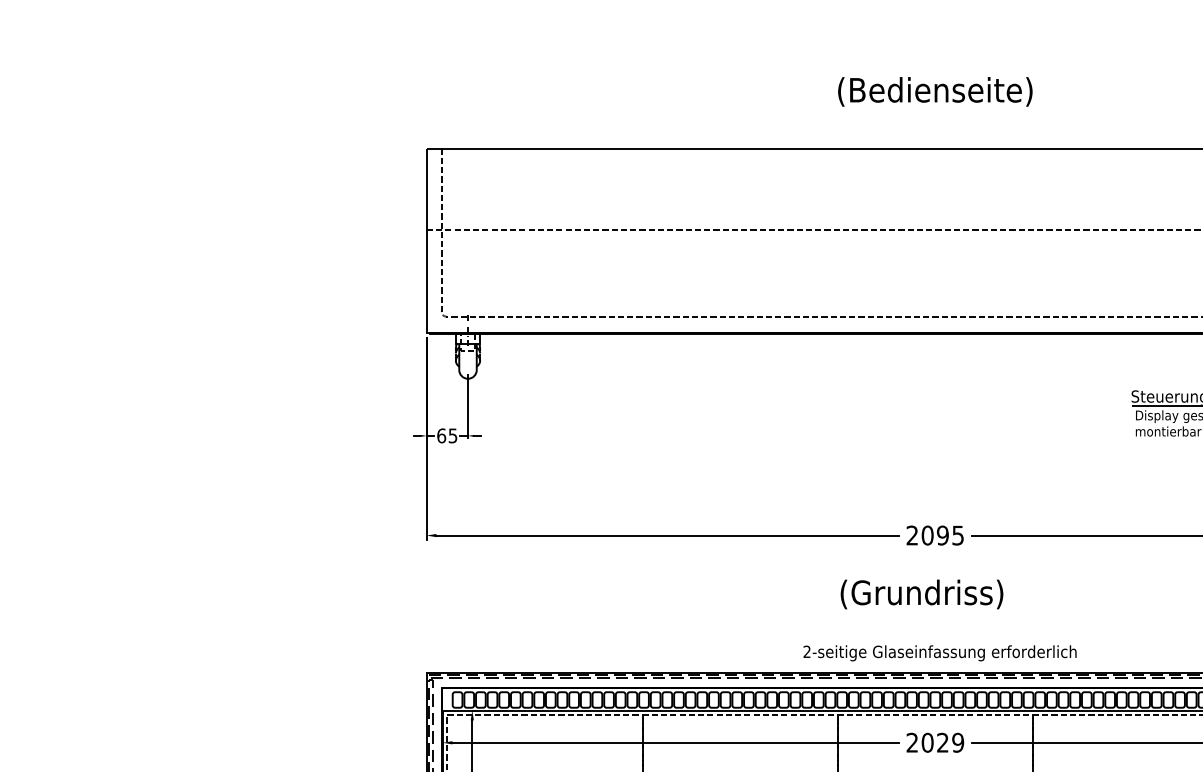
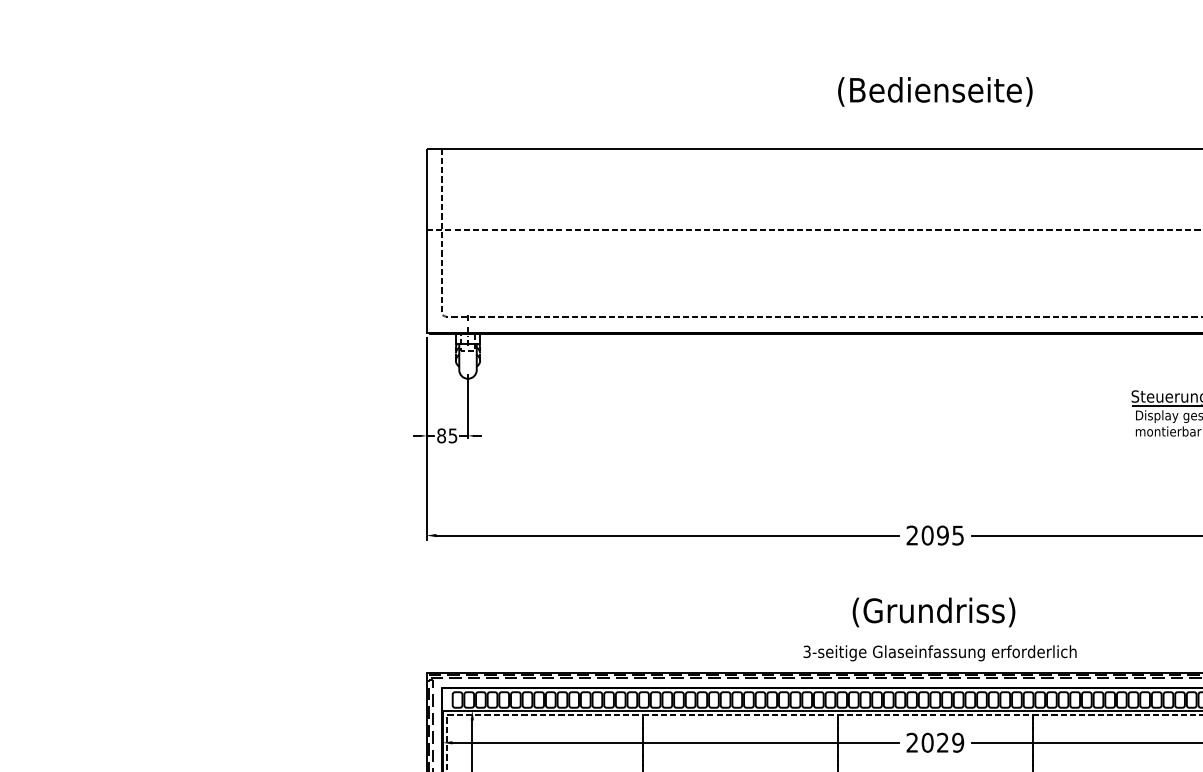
text at (441, 435): 65 -> 85
text at (921, 594) position: (921, 594) -> (933, 612)
text at (806, 652): 2-seitige -> 3-seitige
